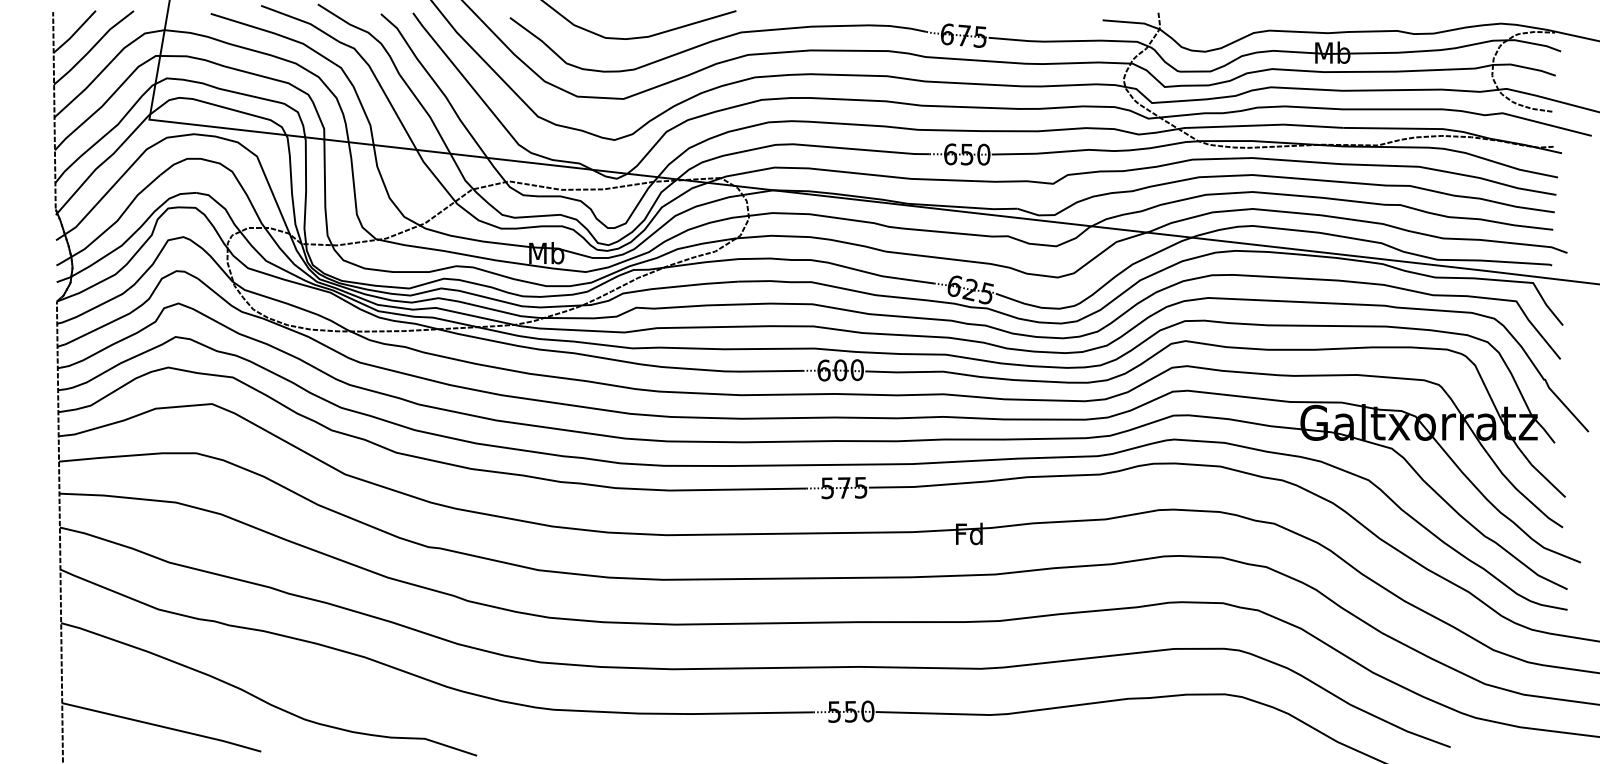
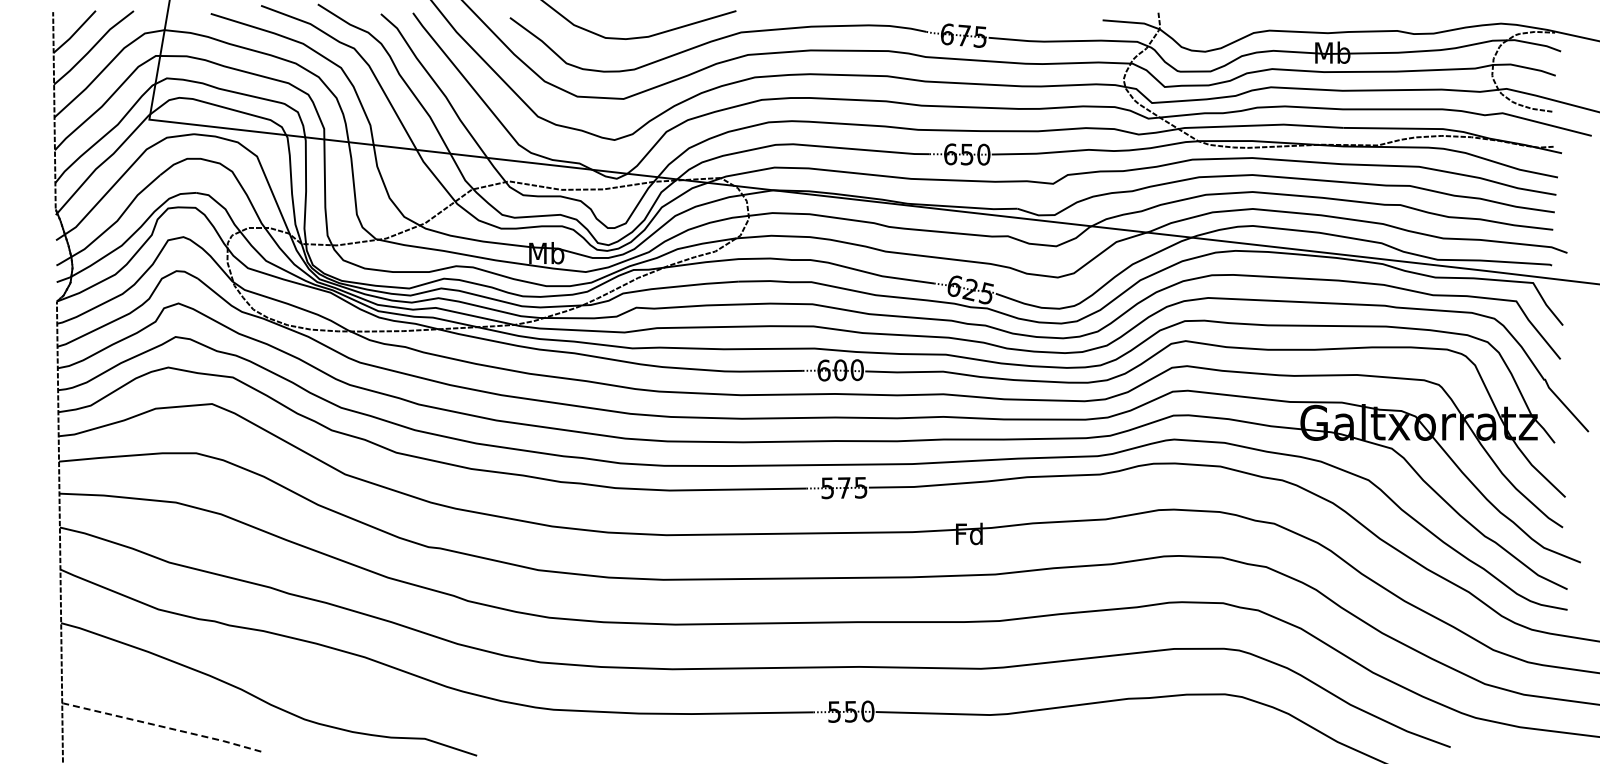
line at (161, 726): solid -> dashed
